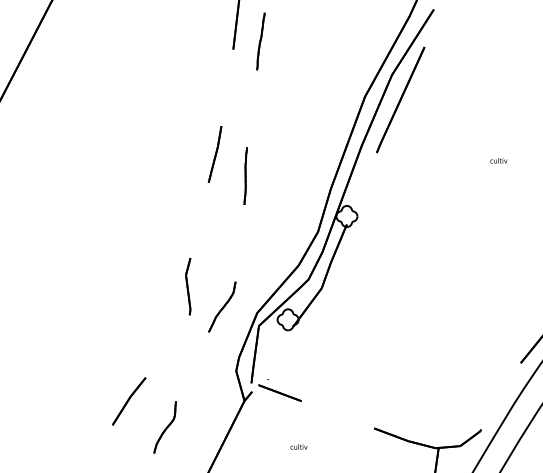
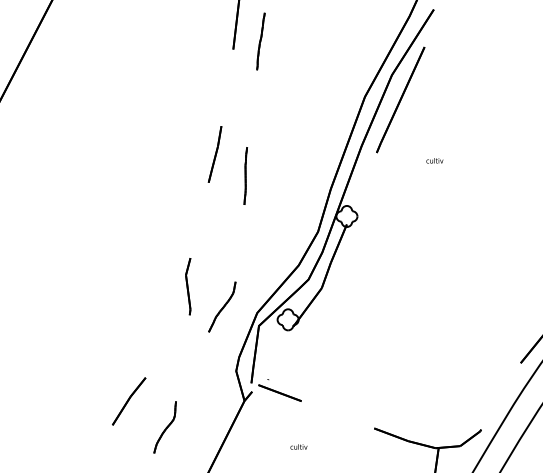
text at (498, 160) position: (498, 160) -> (434, 160)
